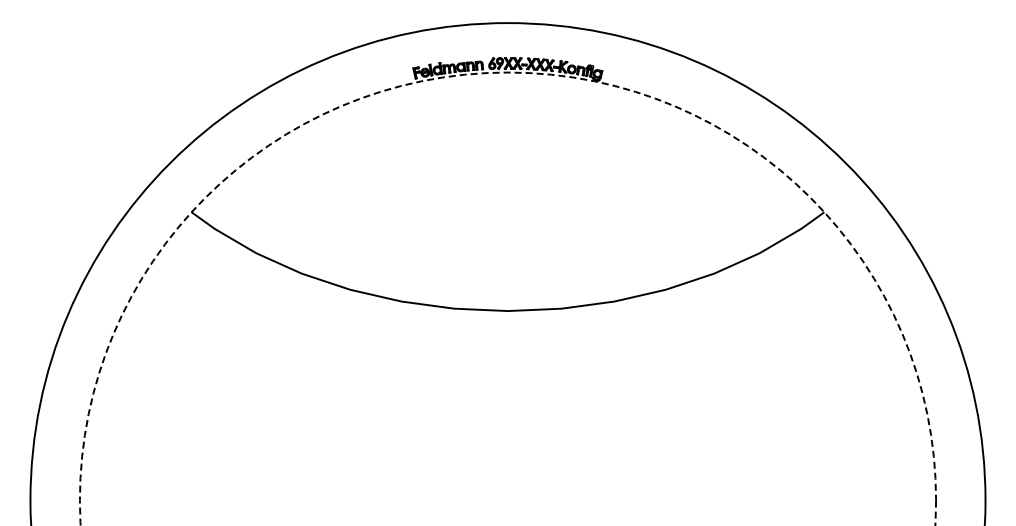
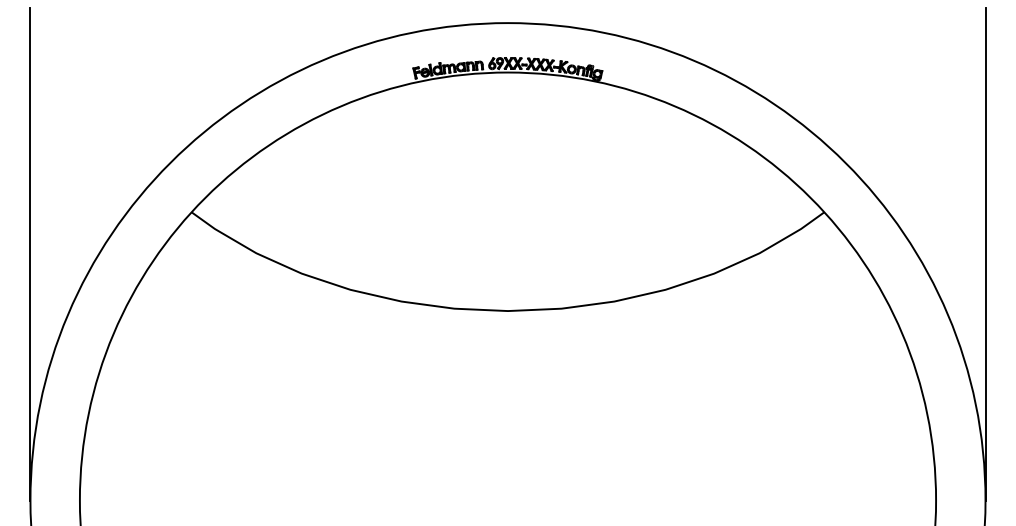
line at (30, 254): none -> present
line at (985, 254): none -> present
circle at (507, 298): dashed -> solid
